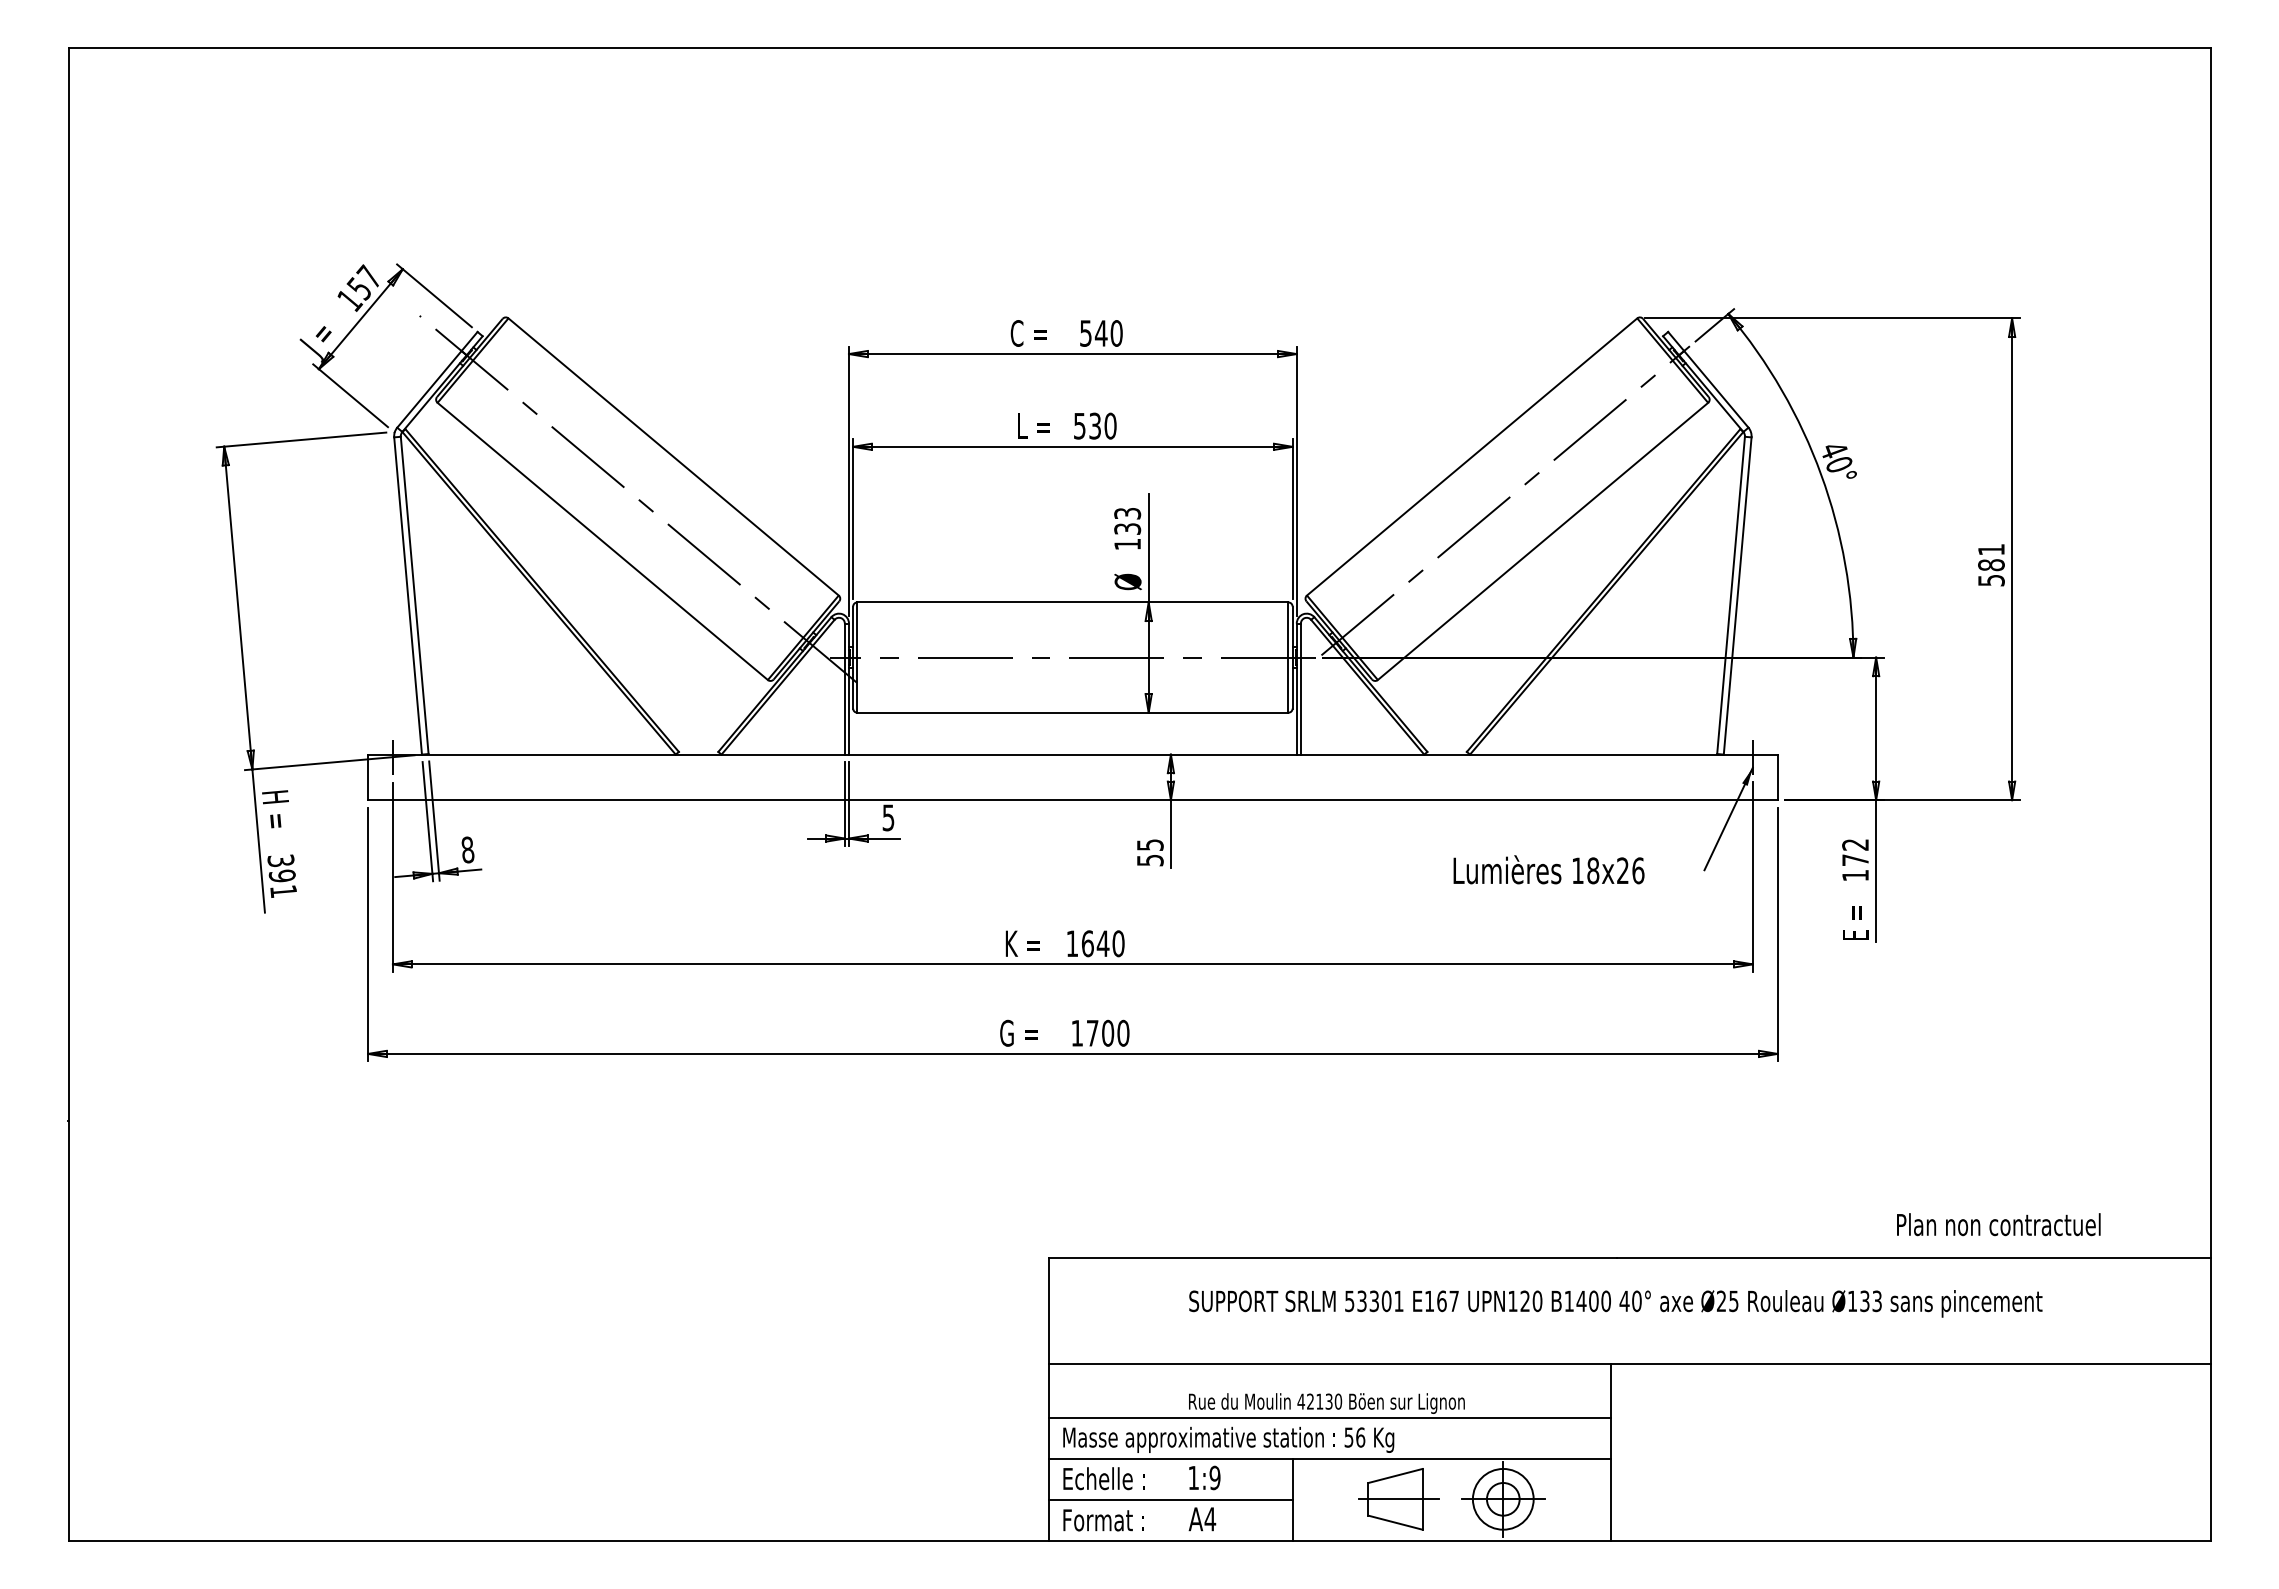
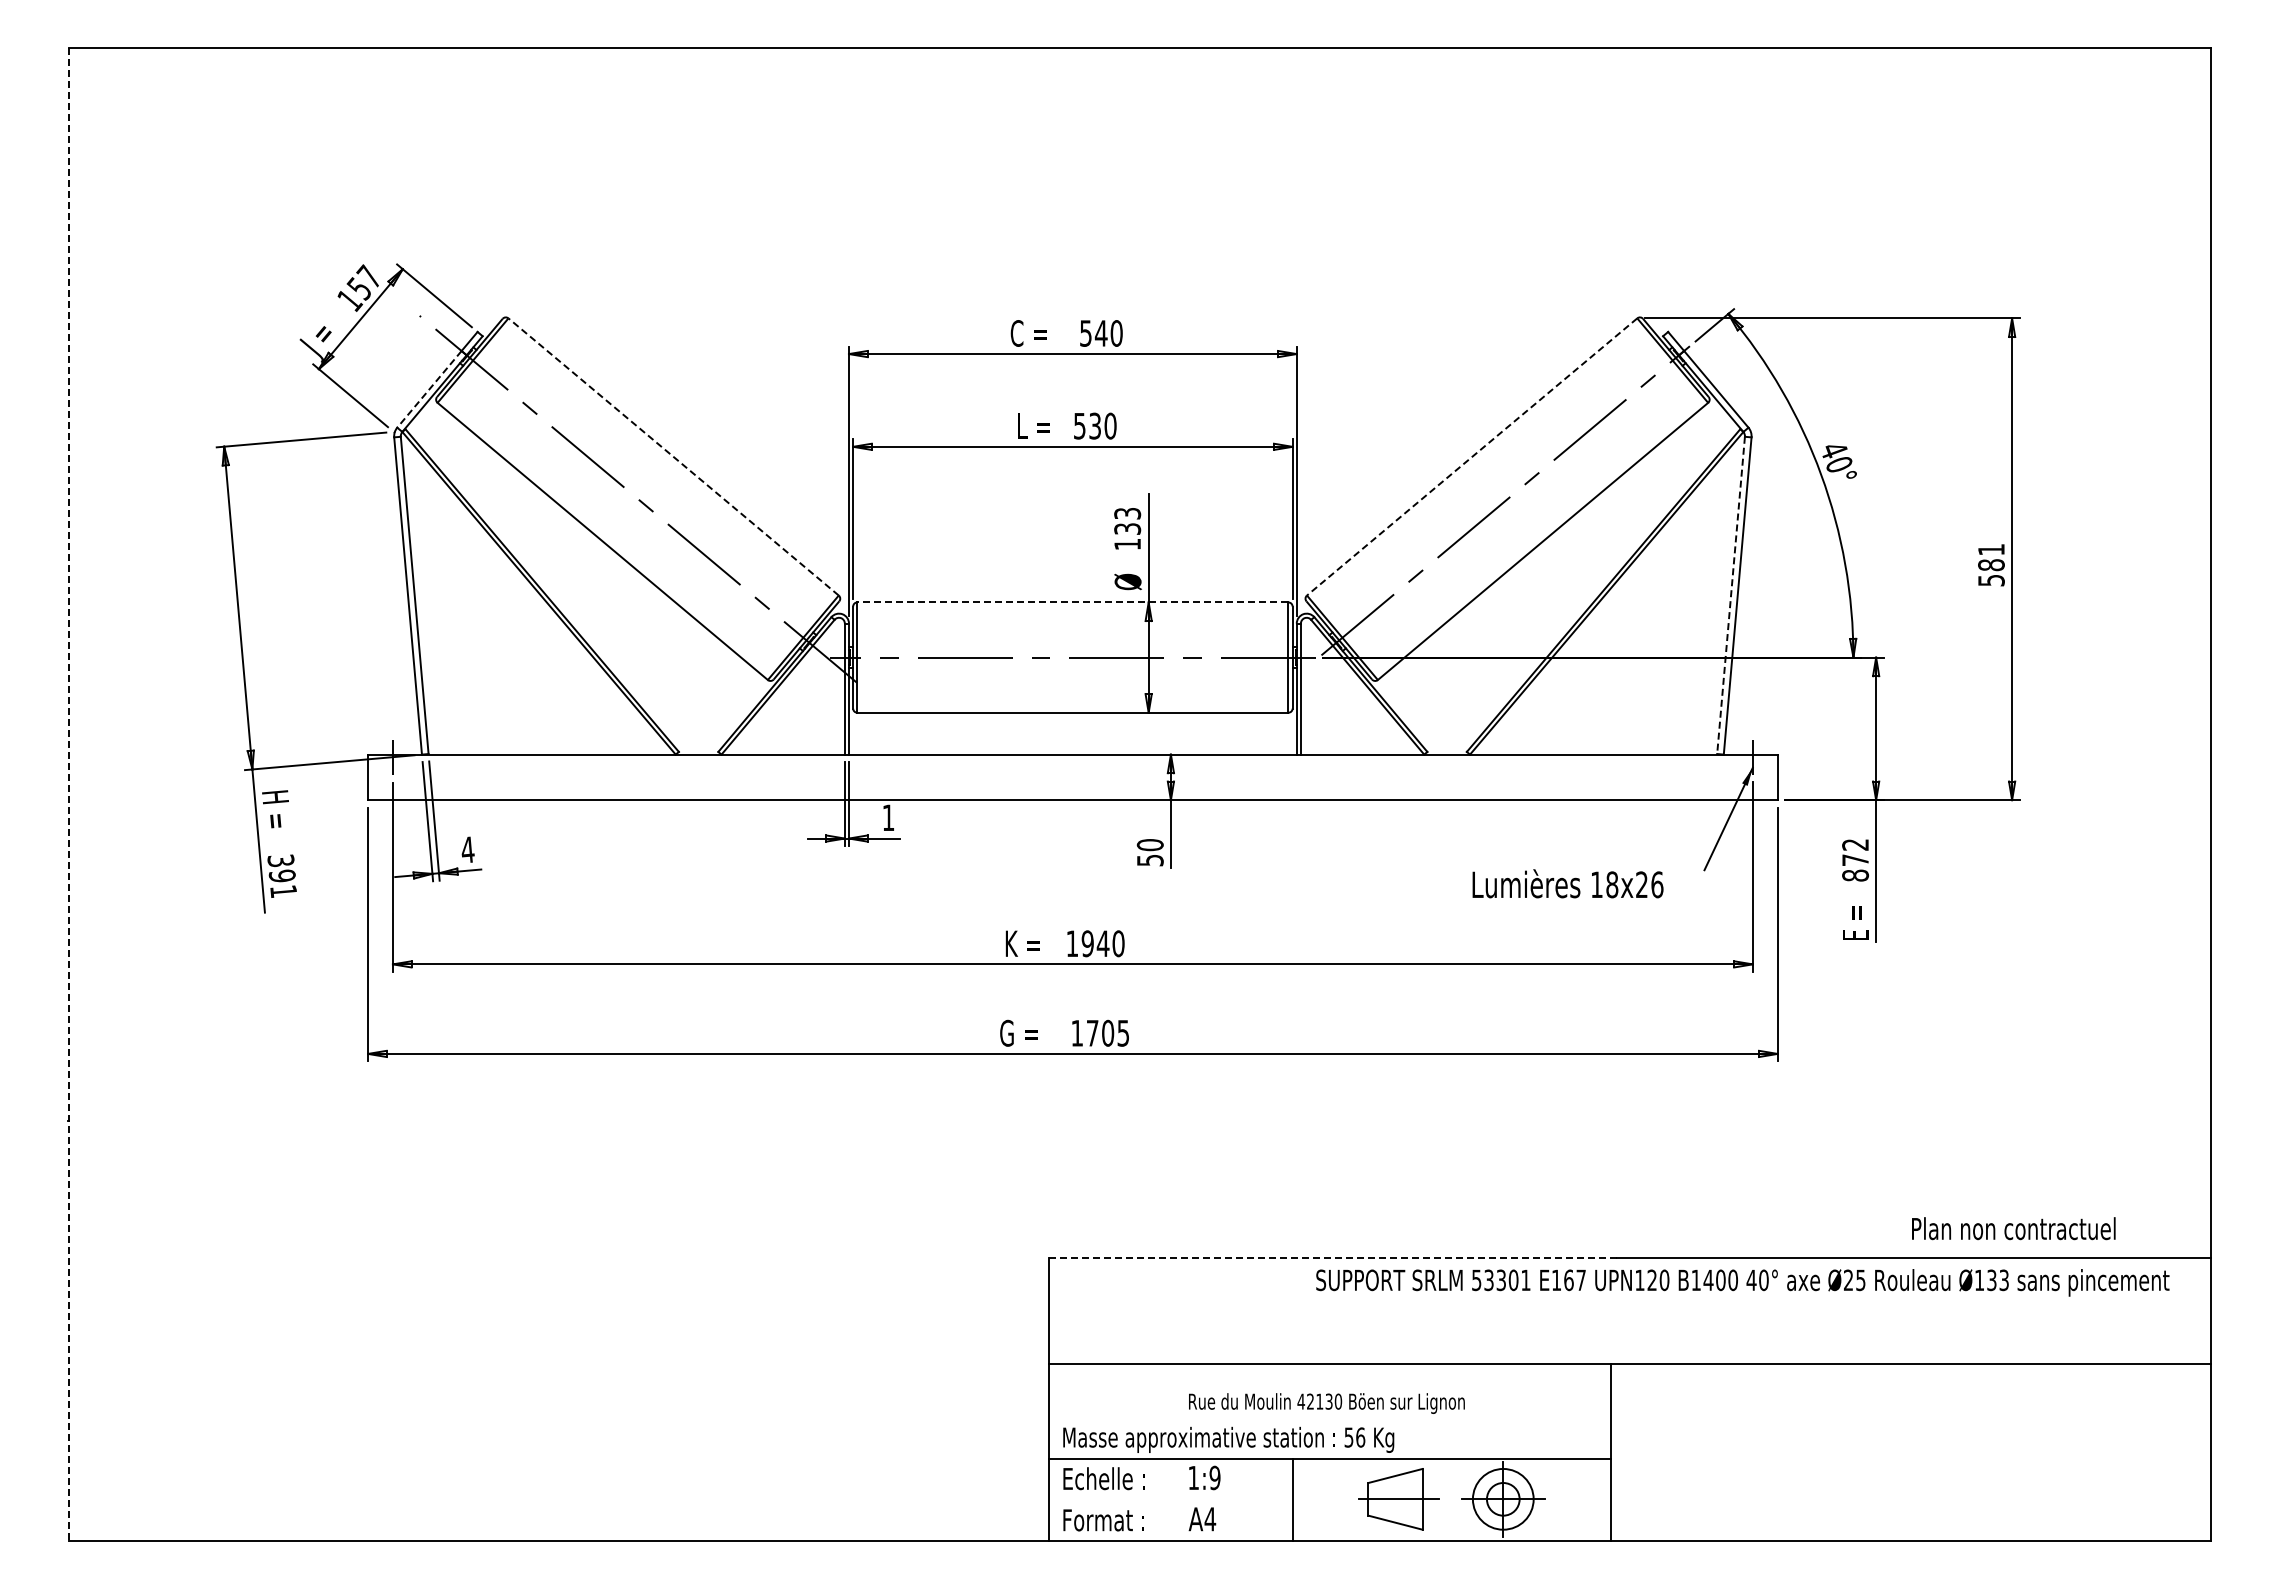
line at (429, 389): solid -> dashed
line at (673, 456): solid -> dashed
line at (1472, 456): solid -> dashed
line at (1731, 595): solid -> dashed
line at (1072, 602): solid -> dashed
line at (68, 794): solid -> dashed
text at (888, 817): 5 -> 1
text at (1149, 845): 55 -> 50
text at (467, 849): 8 -> 4
text at (1548, 869) position: (1548, 869) -> (1567, 883)
text at (1855, 875): 172 -> 872
text at (1087, 943): 1640 -> 1940
text at (1123, 1032): 1700 -> 1705
text at (1998, 1224) position: (1998, 1224) -> (2013, 1228)
line at (1333, 1257): solid -> dashed
text at (1615, 1303) position: (1615, 1303) -> (1742, 1282)
line at (1330, 1418): present -> none
line at (1170, 1500): present -> none
